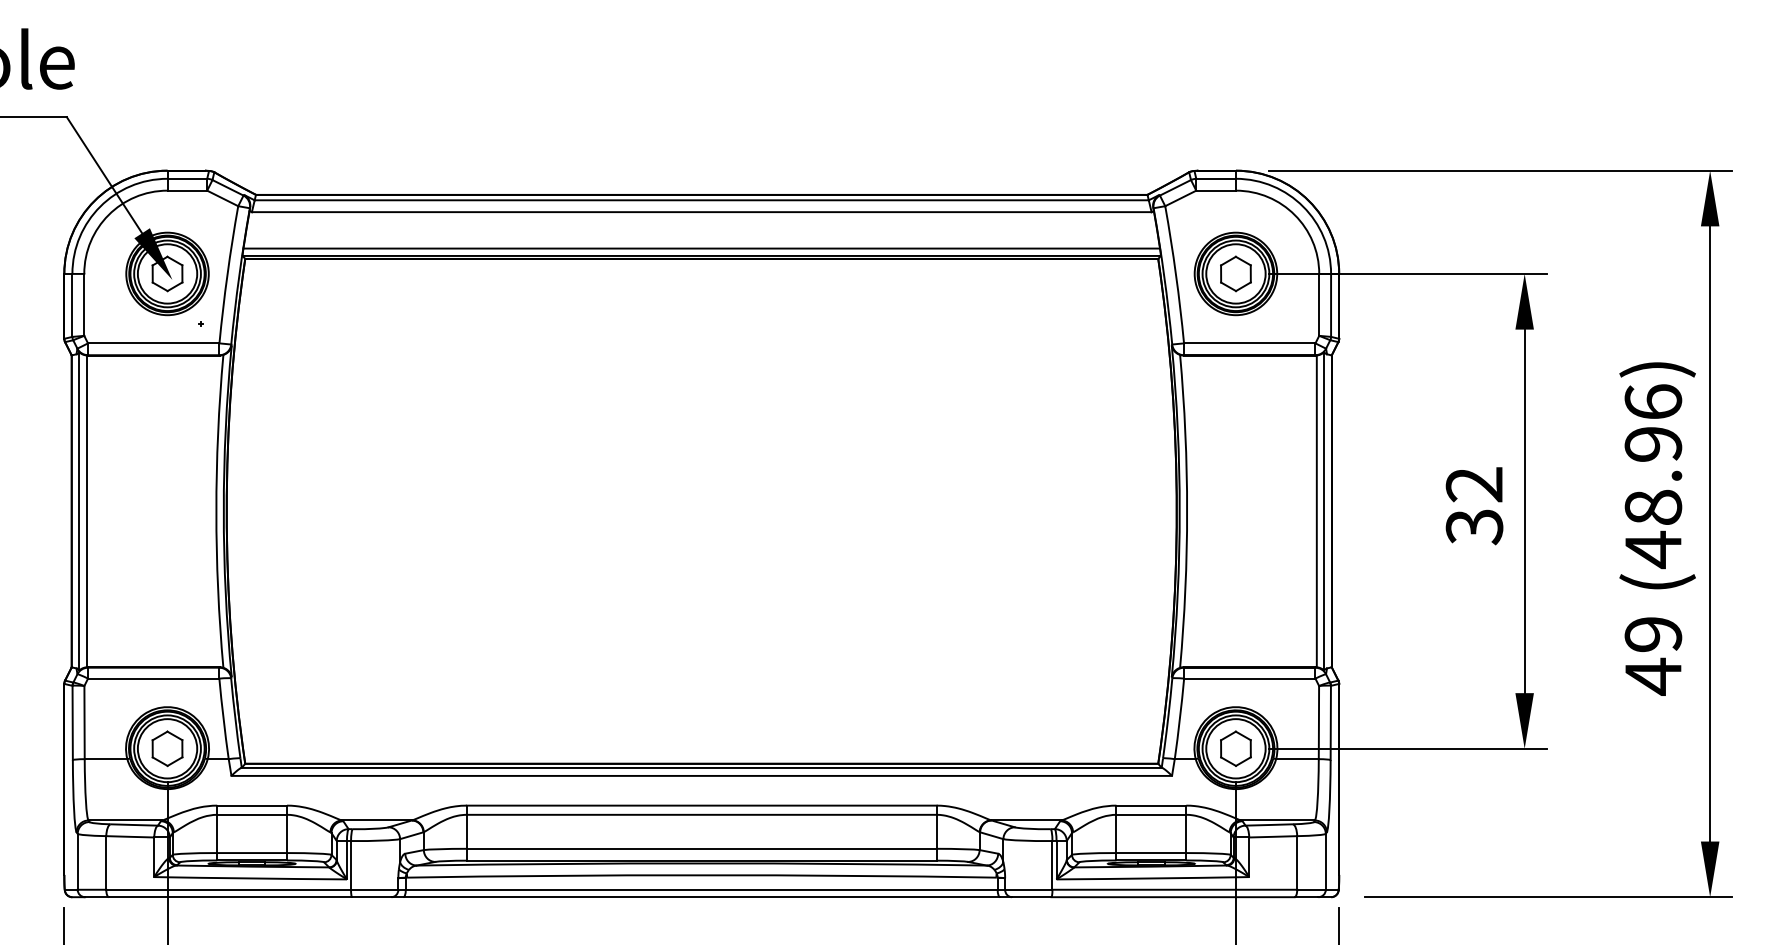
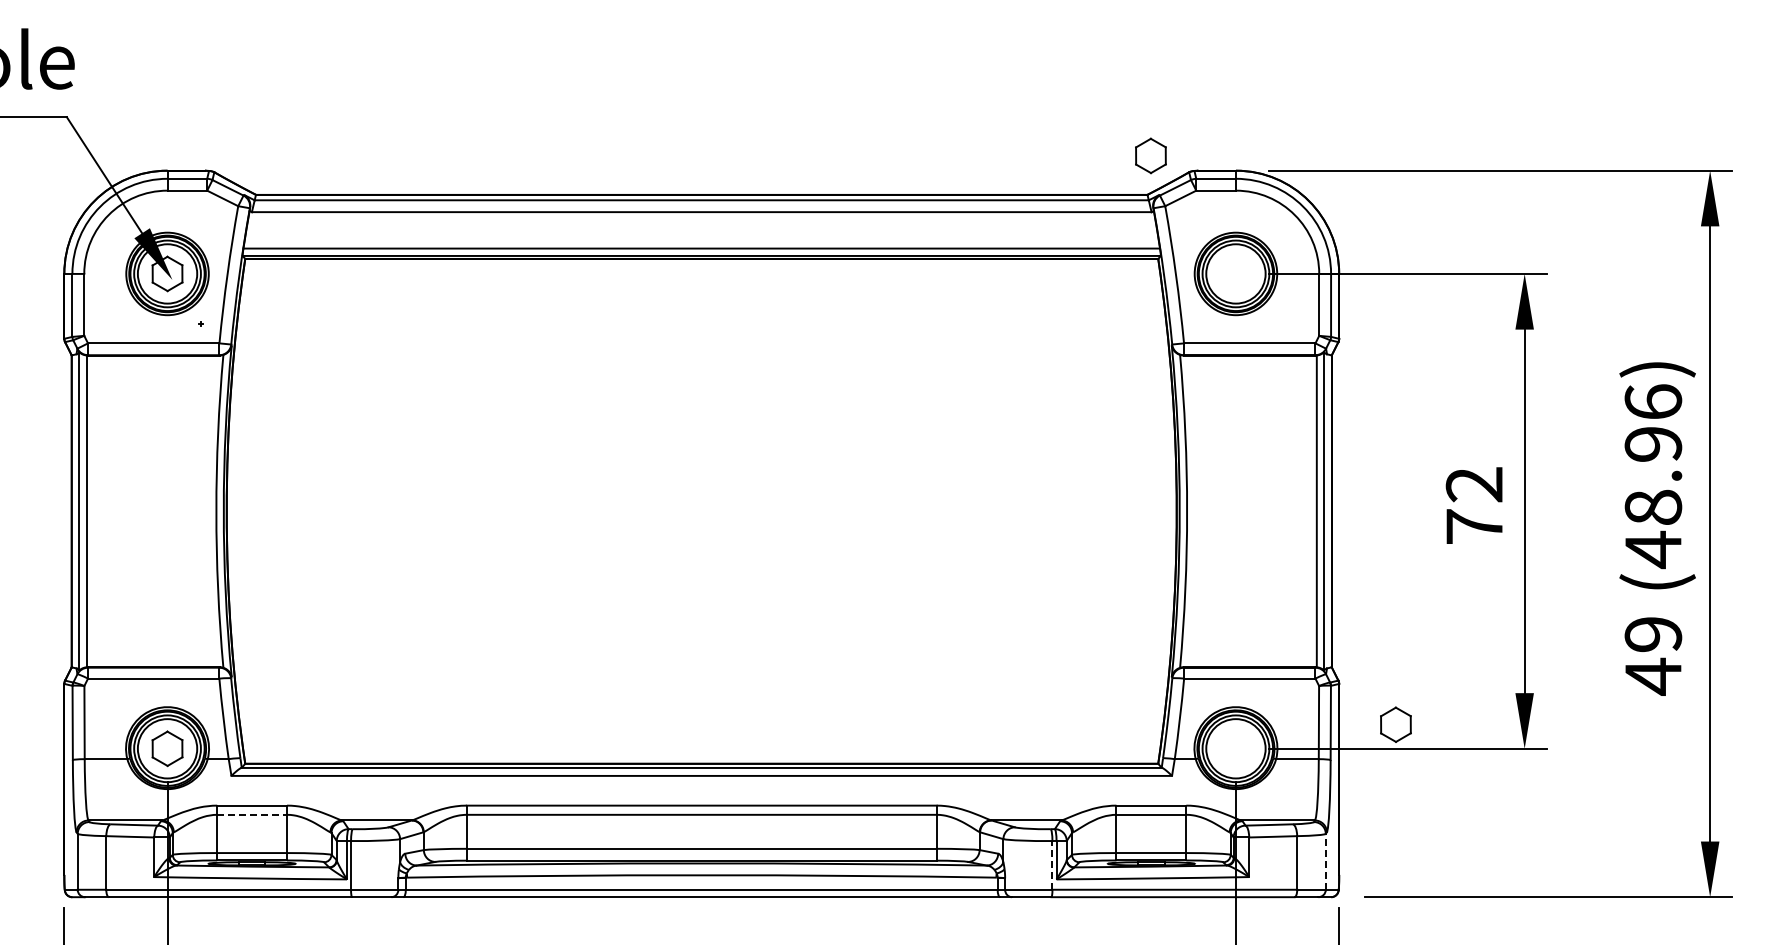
part at (1235, 273) position: (1235, 273) -> (1150, 155)
text at (1474, 527): 32 -> 72
part at (1235, 748) position: (1235, 748) -> (1395, 724)
line at (252, 814): solid -> dashed
line at (1325, 861): solid -> dashed
line at (1052, 864): solid -> dashed
